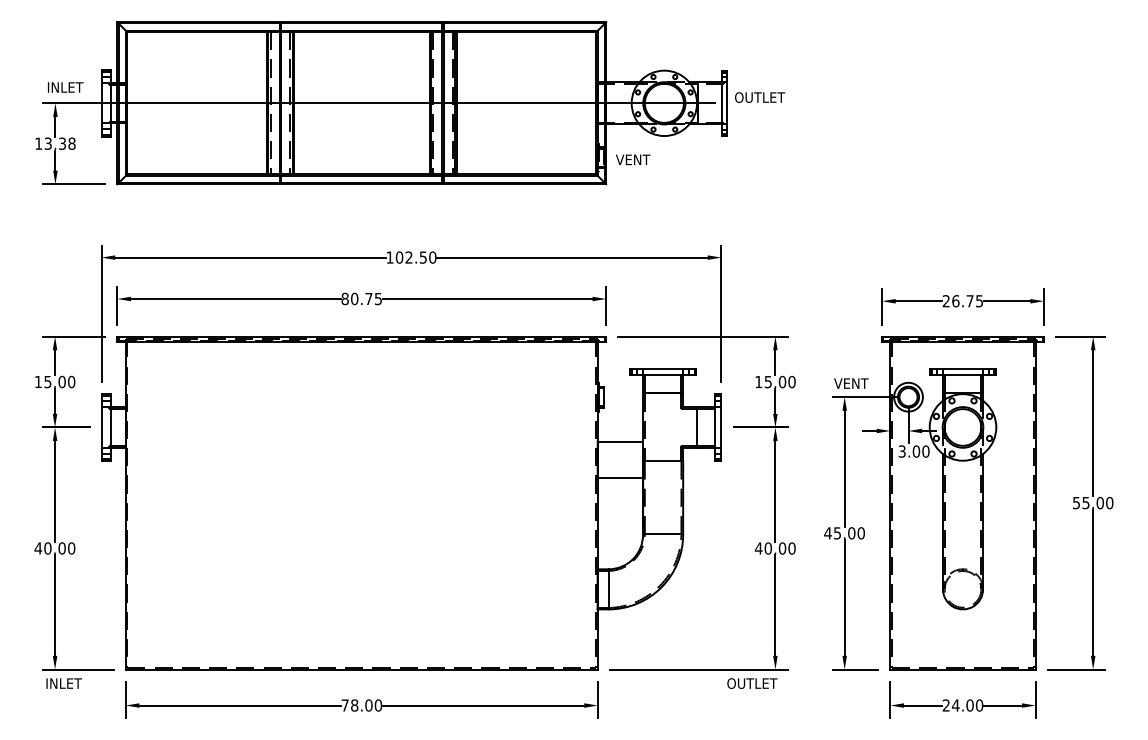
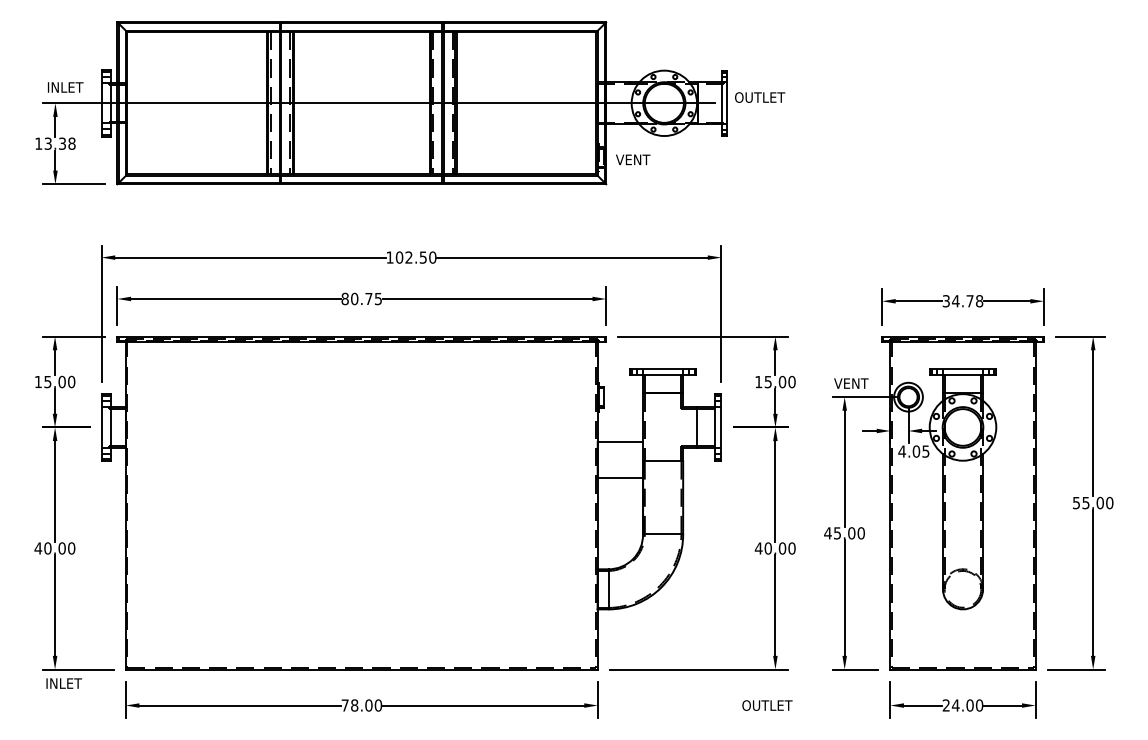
text at (962, 301): 26.75 -> 34.78
text at (913, 451): 3.00 -> 4.05
text at (752, 683) position: (752, 683) -> (767, 705)
